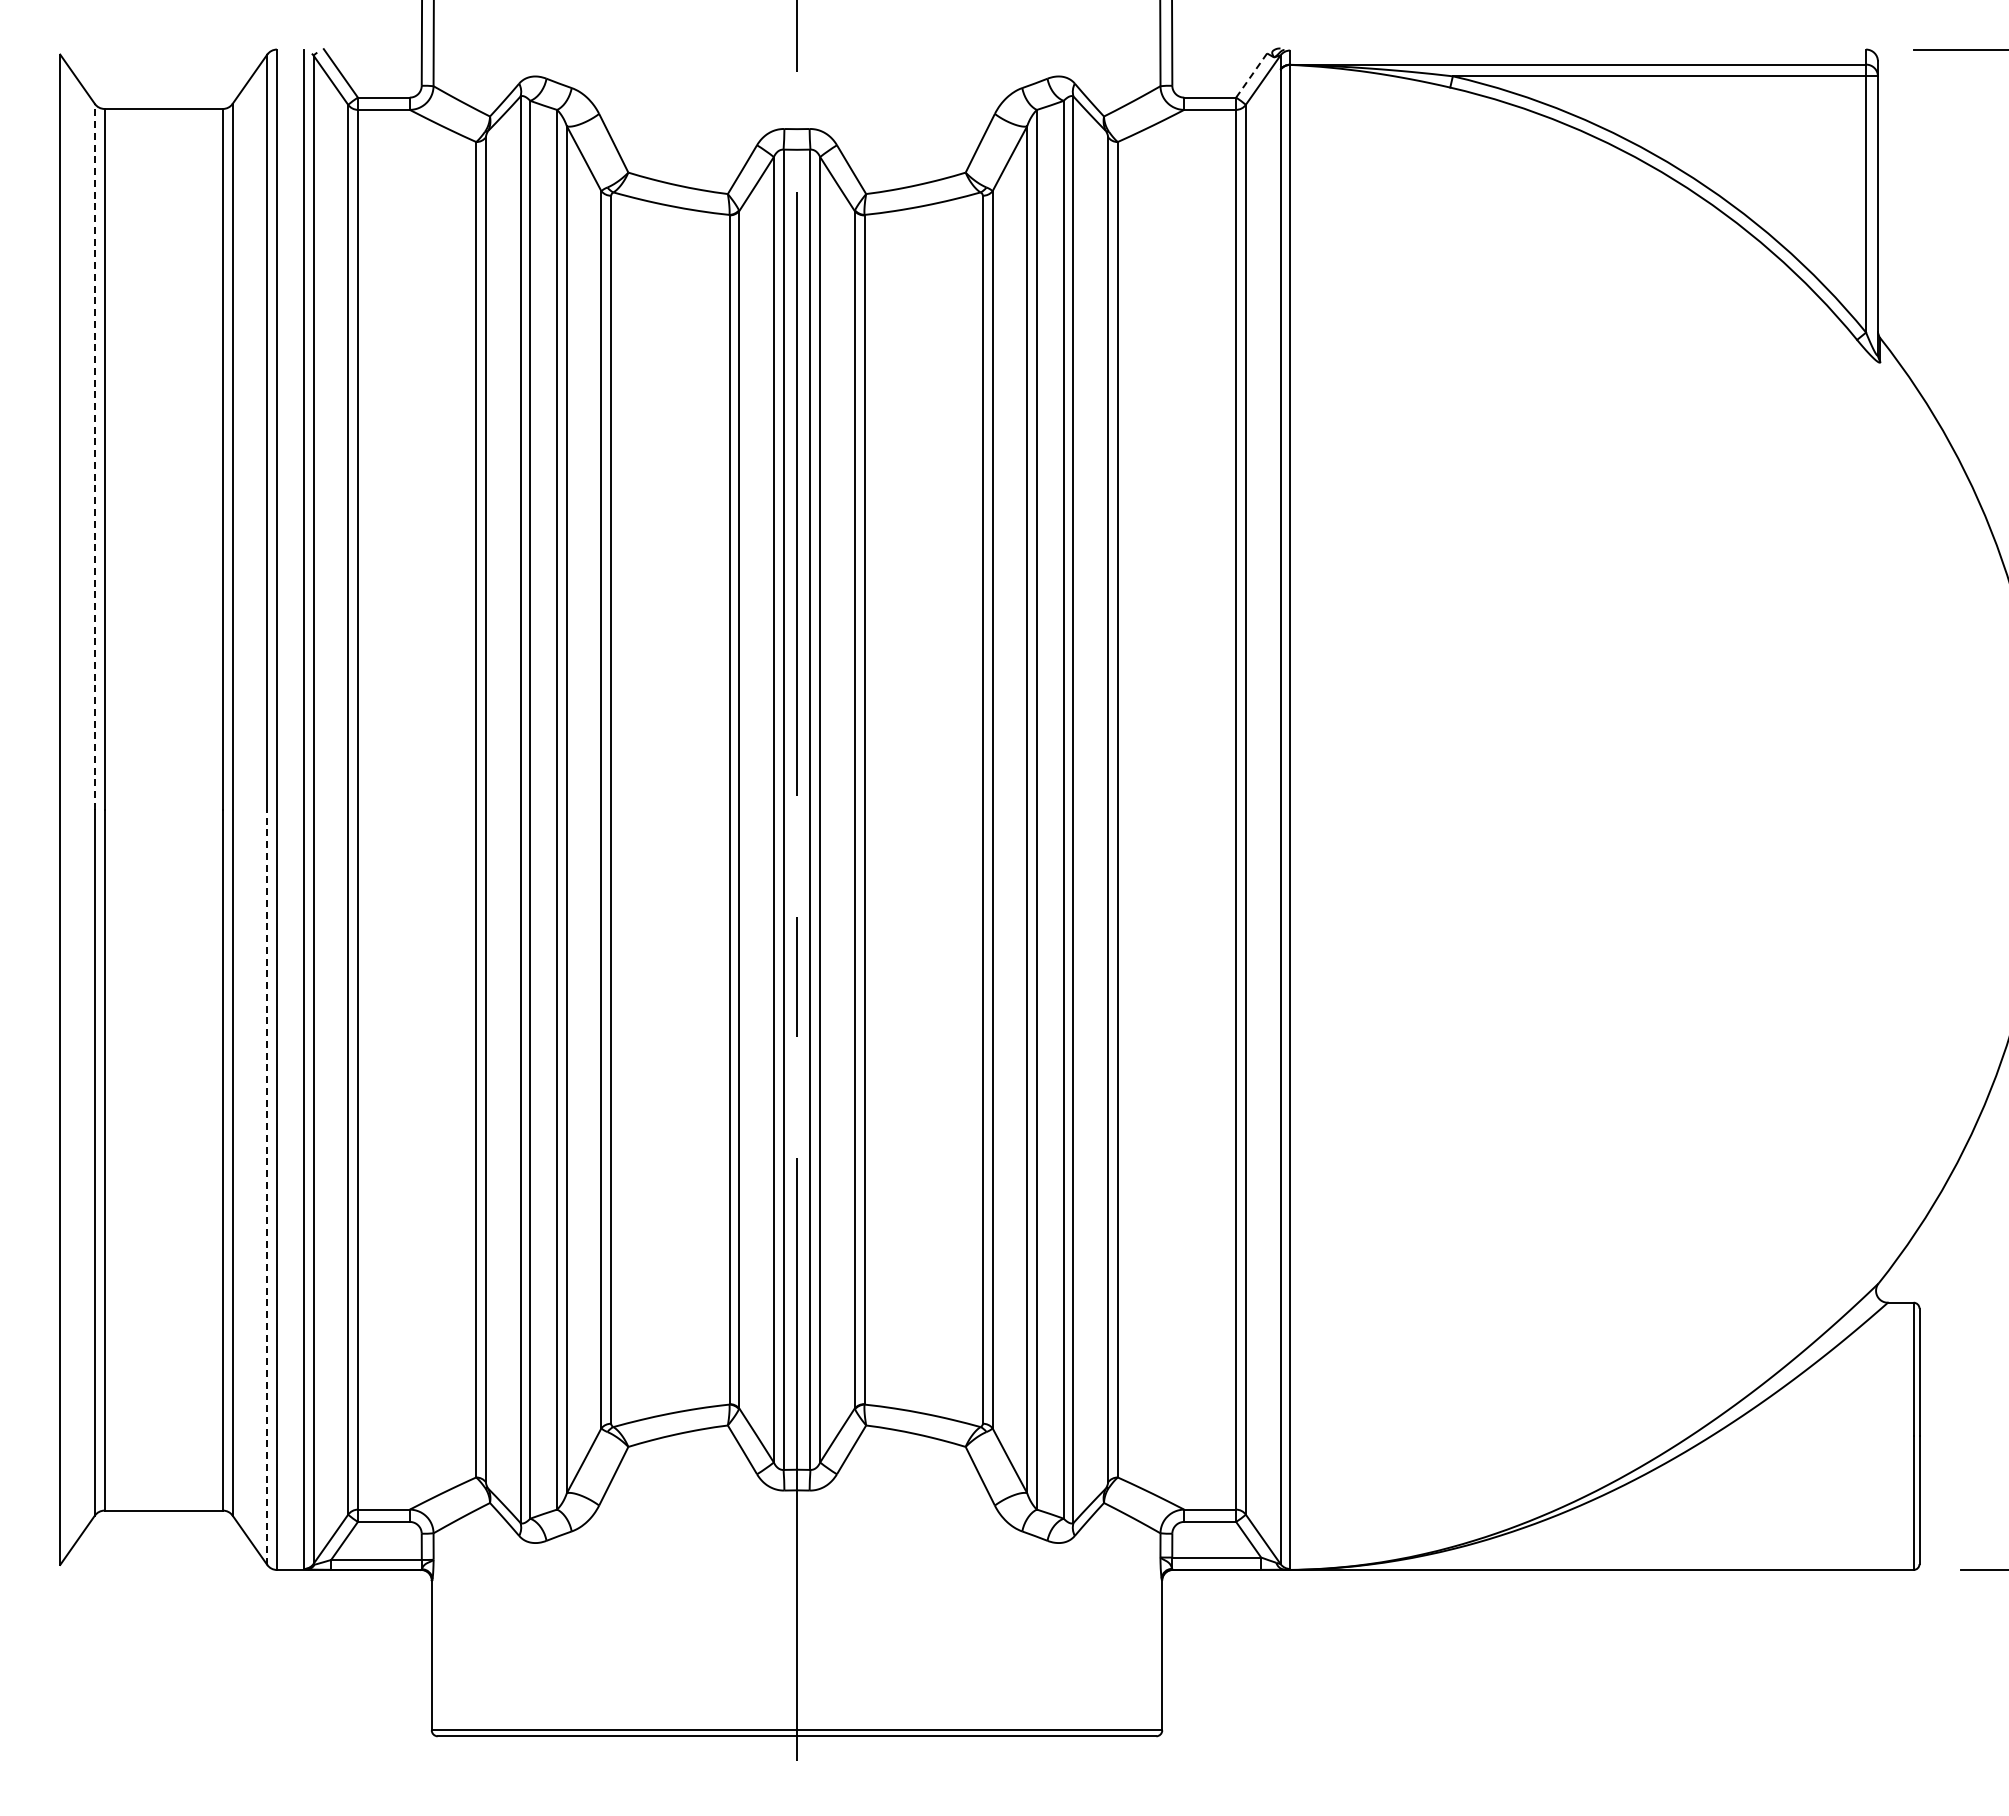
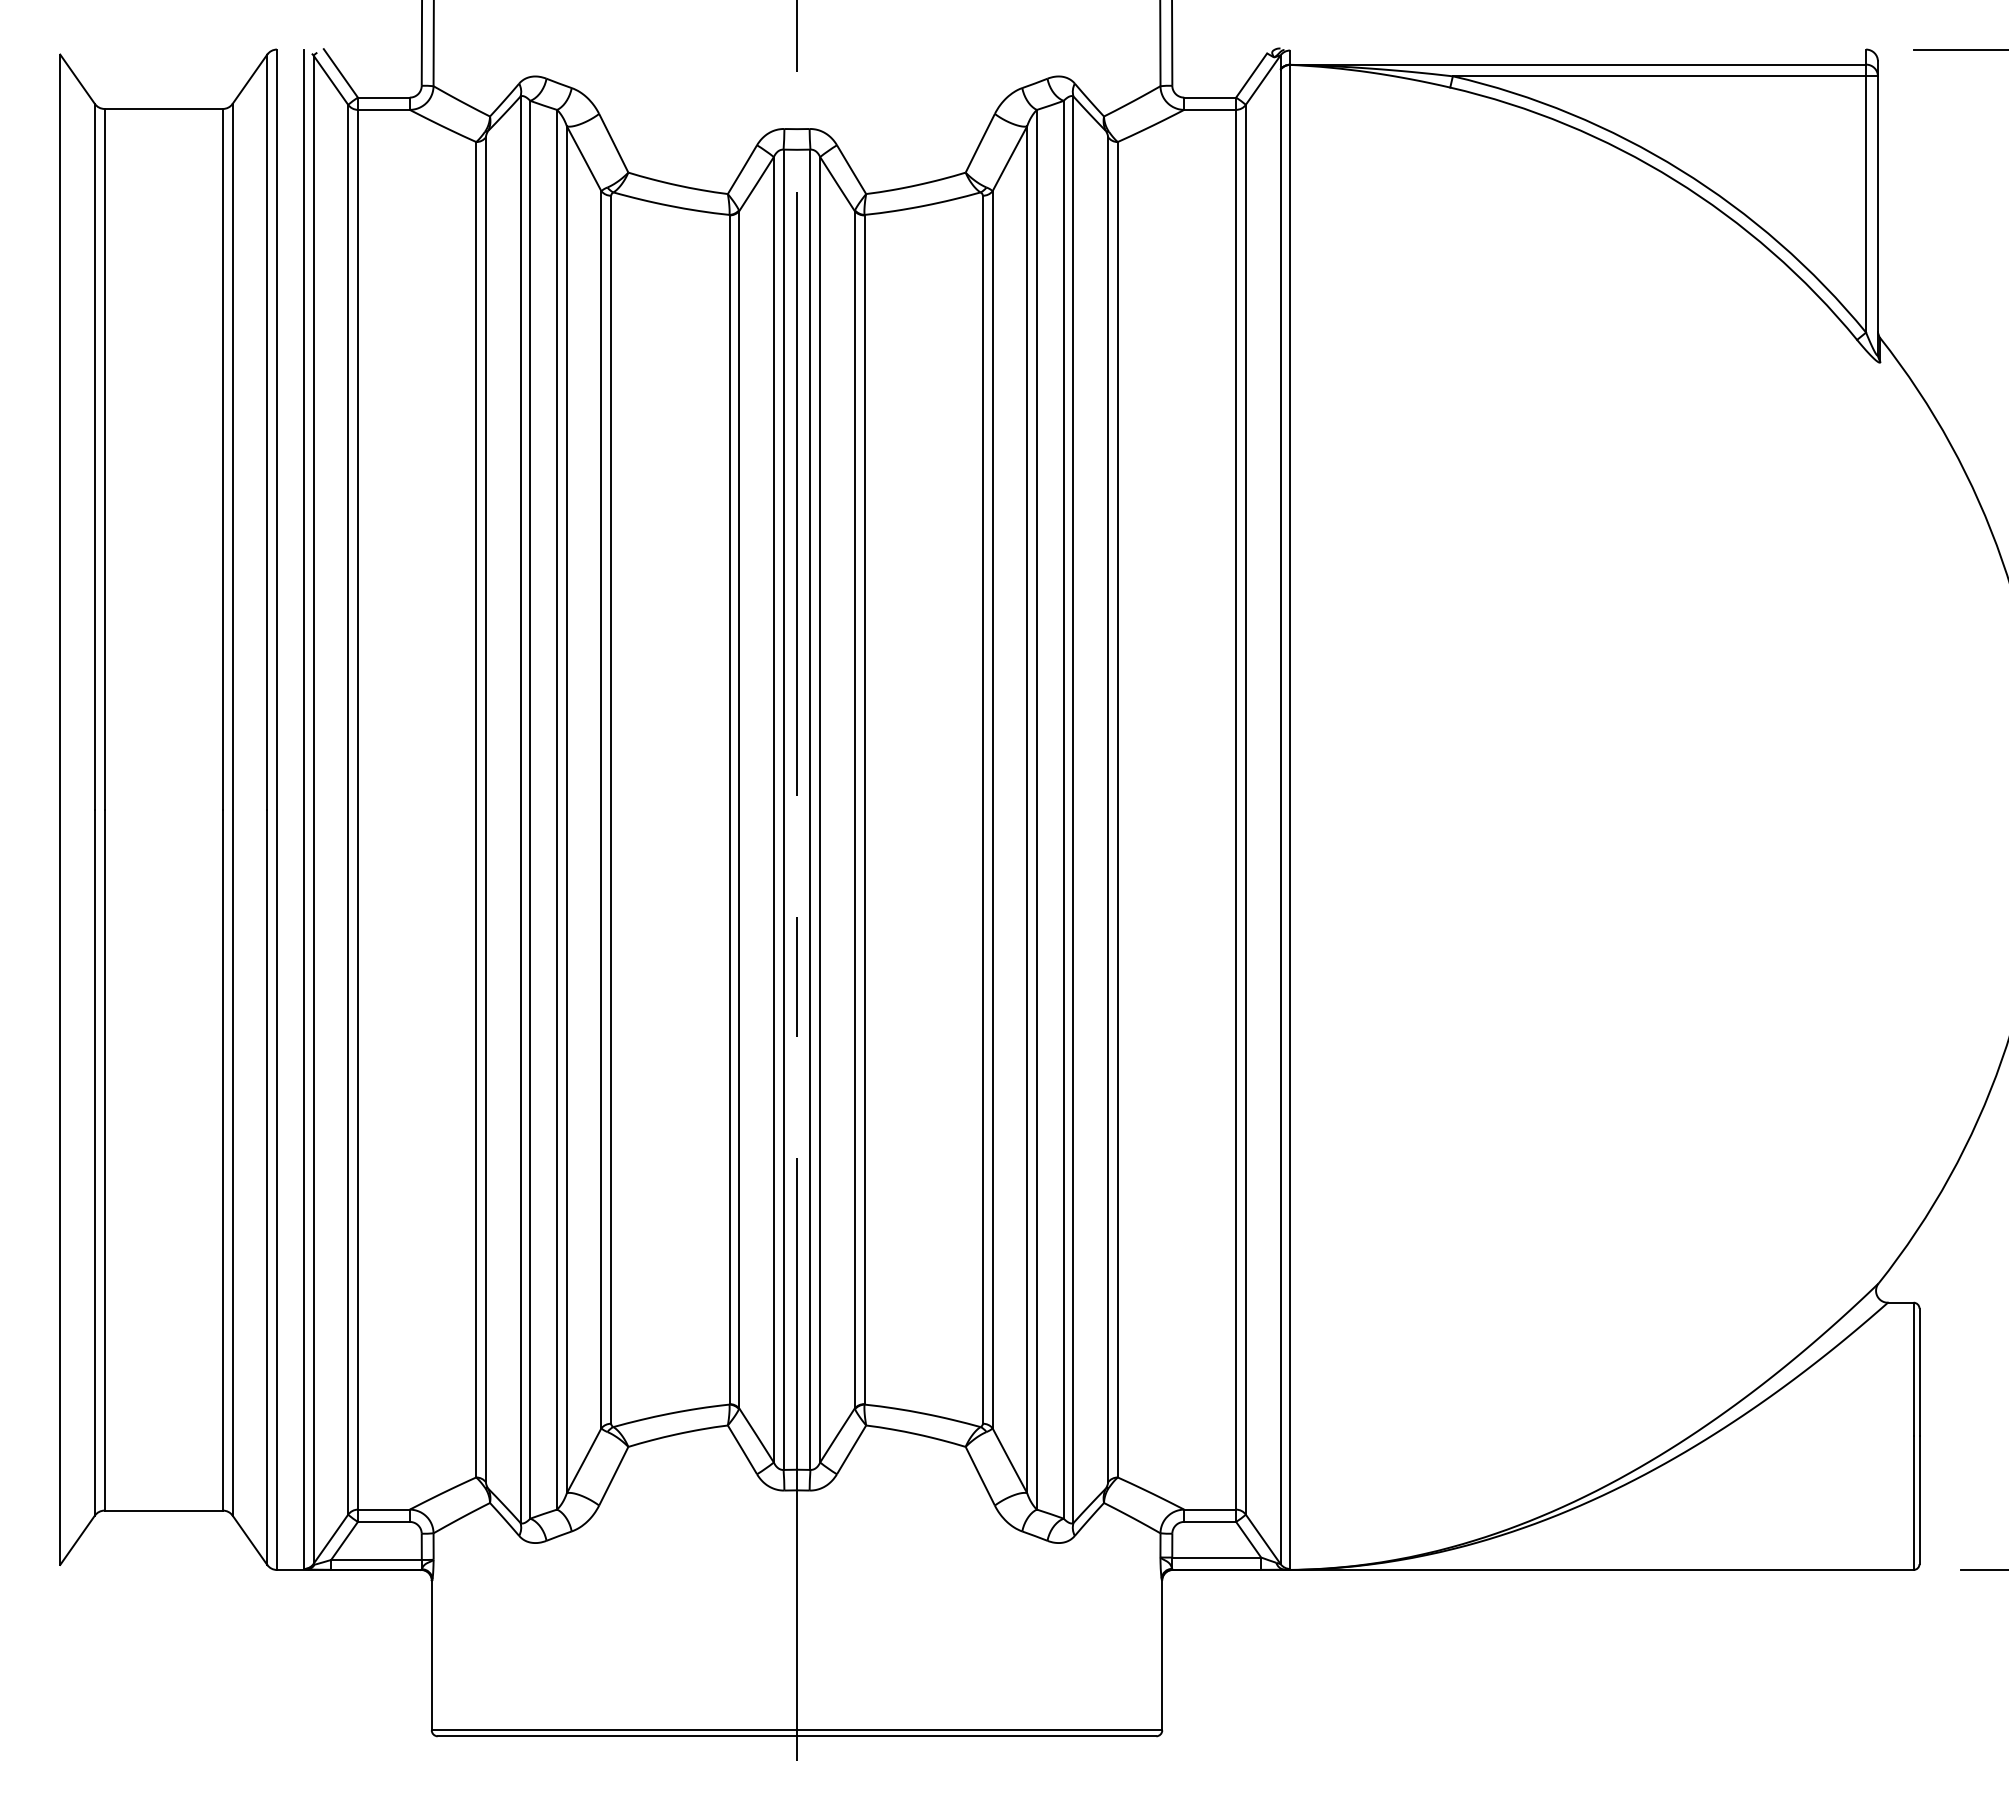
line at (1251, 75): dashed -> solid
line at (94, 456): dashed -> solid
line at (267, 1187): dashed -> solid
